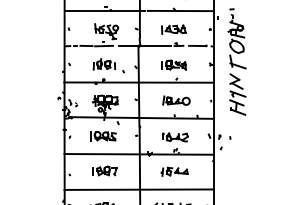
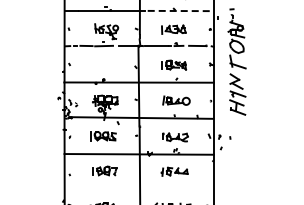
line at (180, 11): solid -> dashed
part at (108, 65): present -> none
line at (138, 189): present -> none
